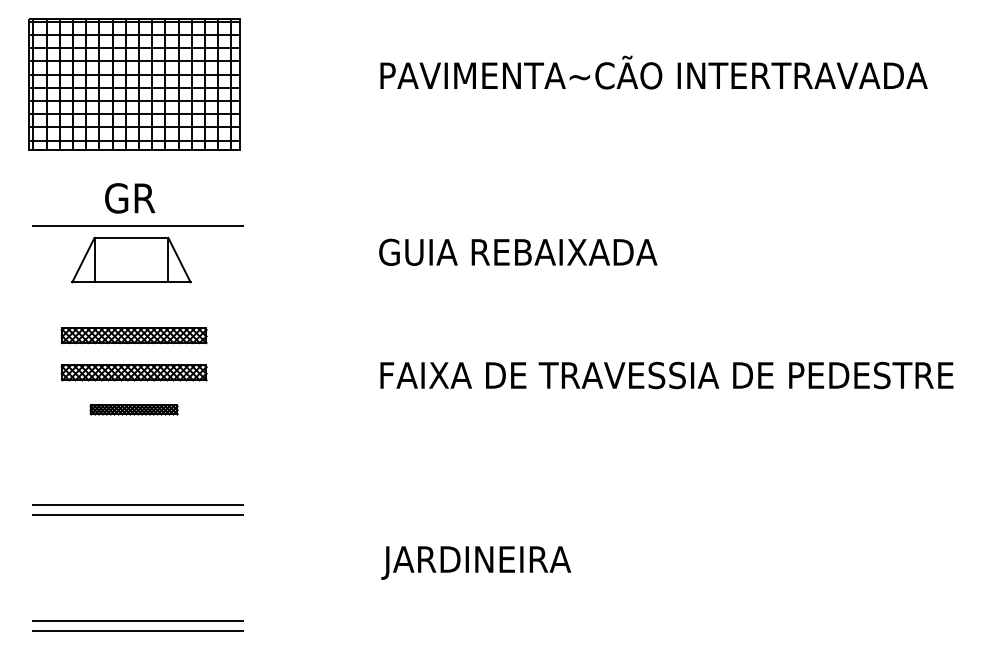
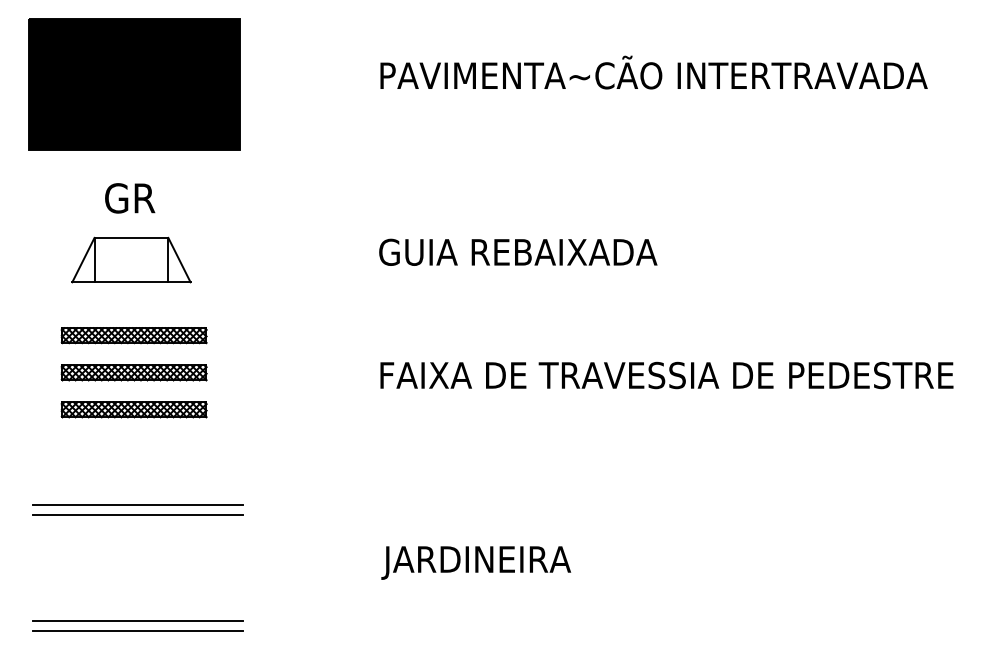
fill at (134, 84): none -> present
line at (137, 225): present -> none
part at (133, 409) size: 90x12 px -> 148x18 px
